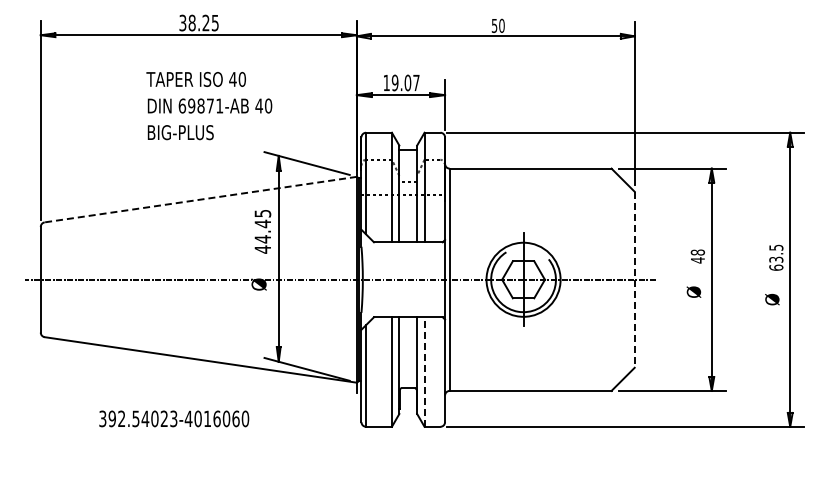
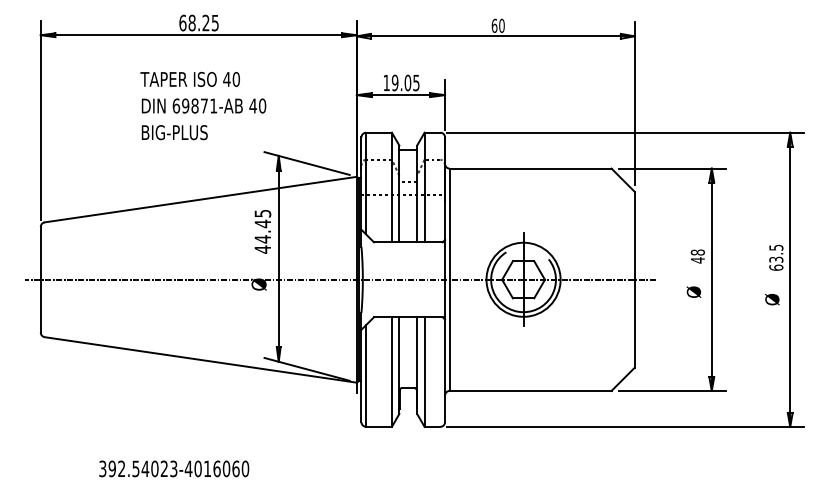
text at (182, 22): 38.25 -> 68.25
text at (494, 25): 50 -> 60
text at (416, 83): 19.07 -> 19.05
text at (209, 105) position: (209, 105) -> (203, 105)
line at (200, 199): dashed -> solid
line at (634, 279): dashed -> solid
line at (424, 372): dashed -> solid
text at (174, 418) position: (174, 418) -> (174, 468)
